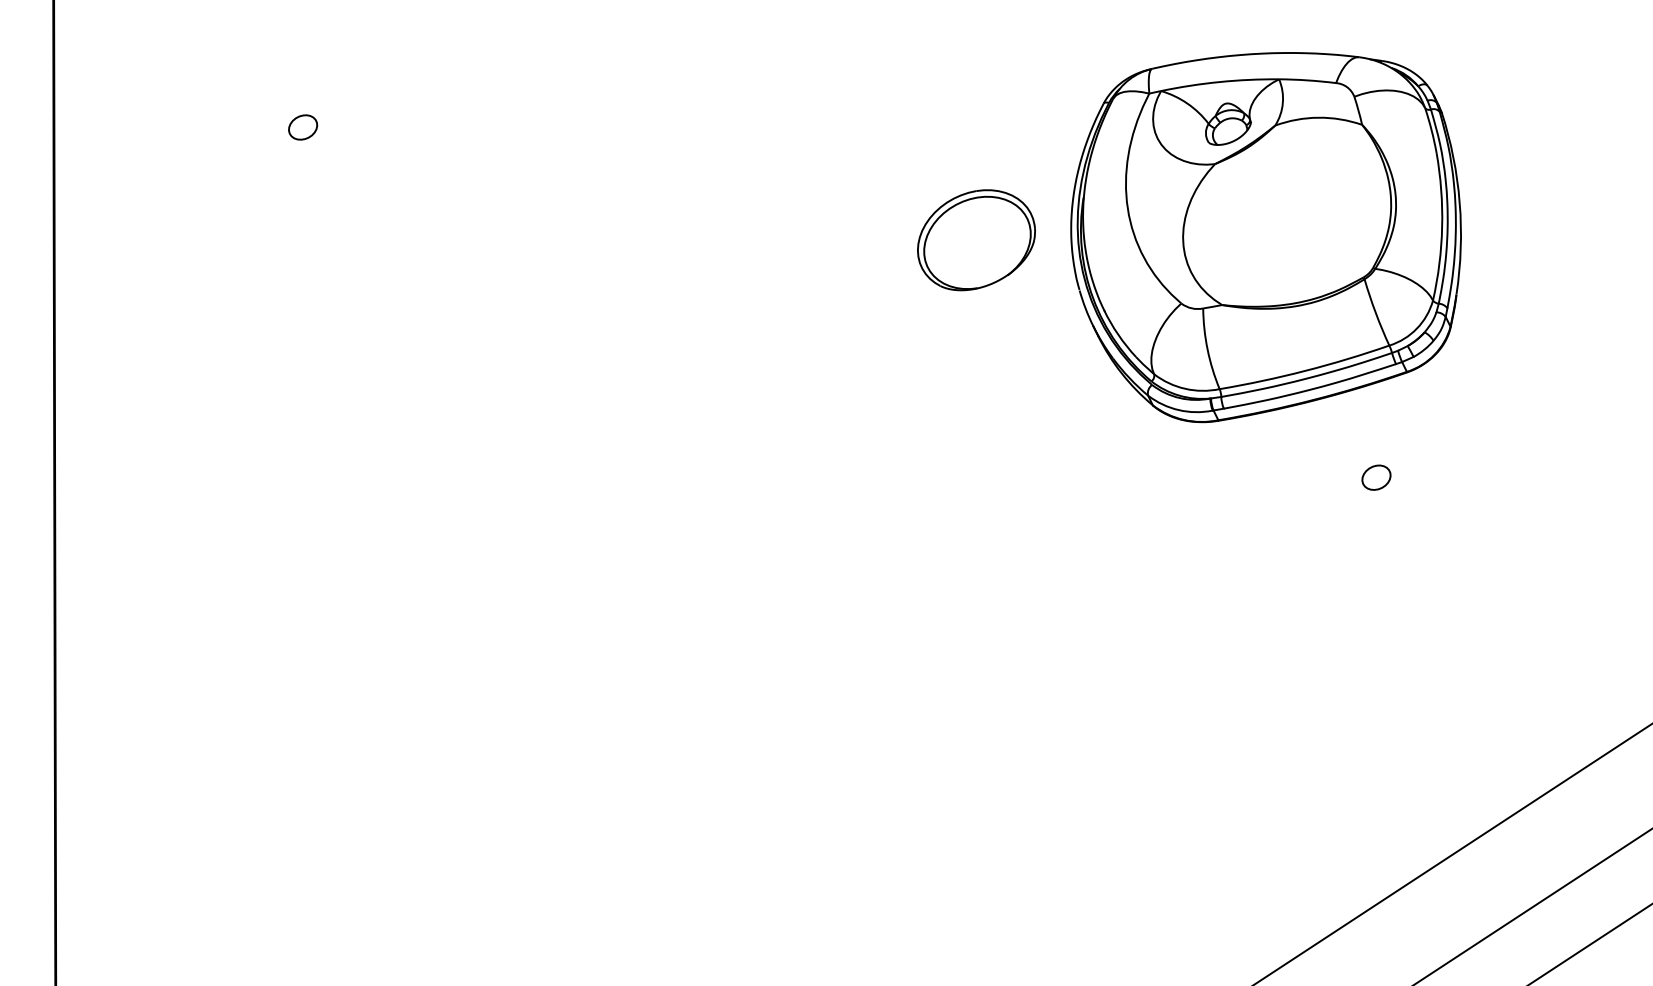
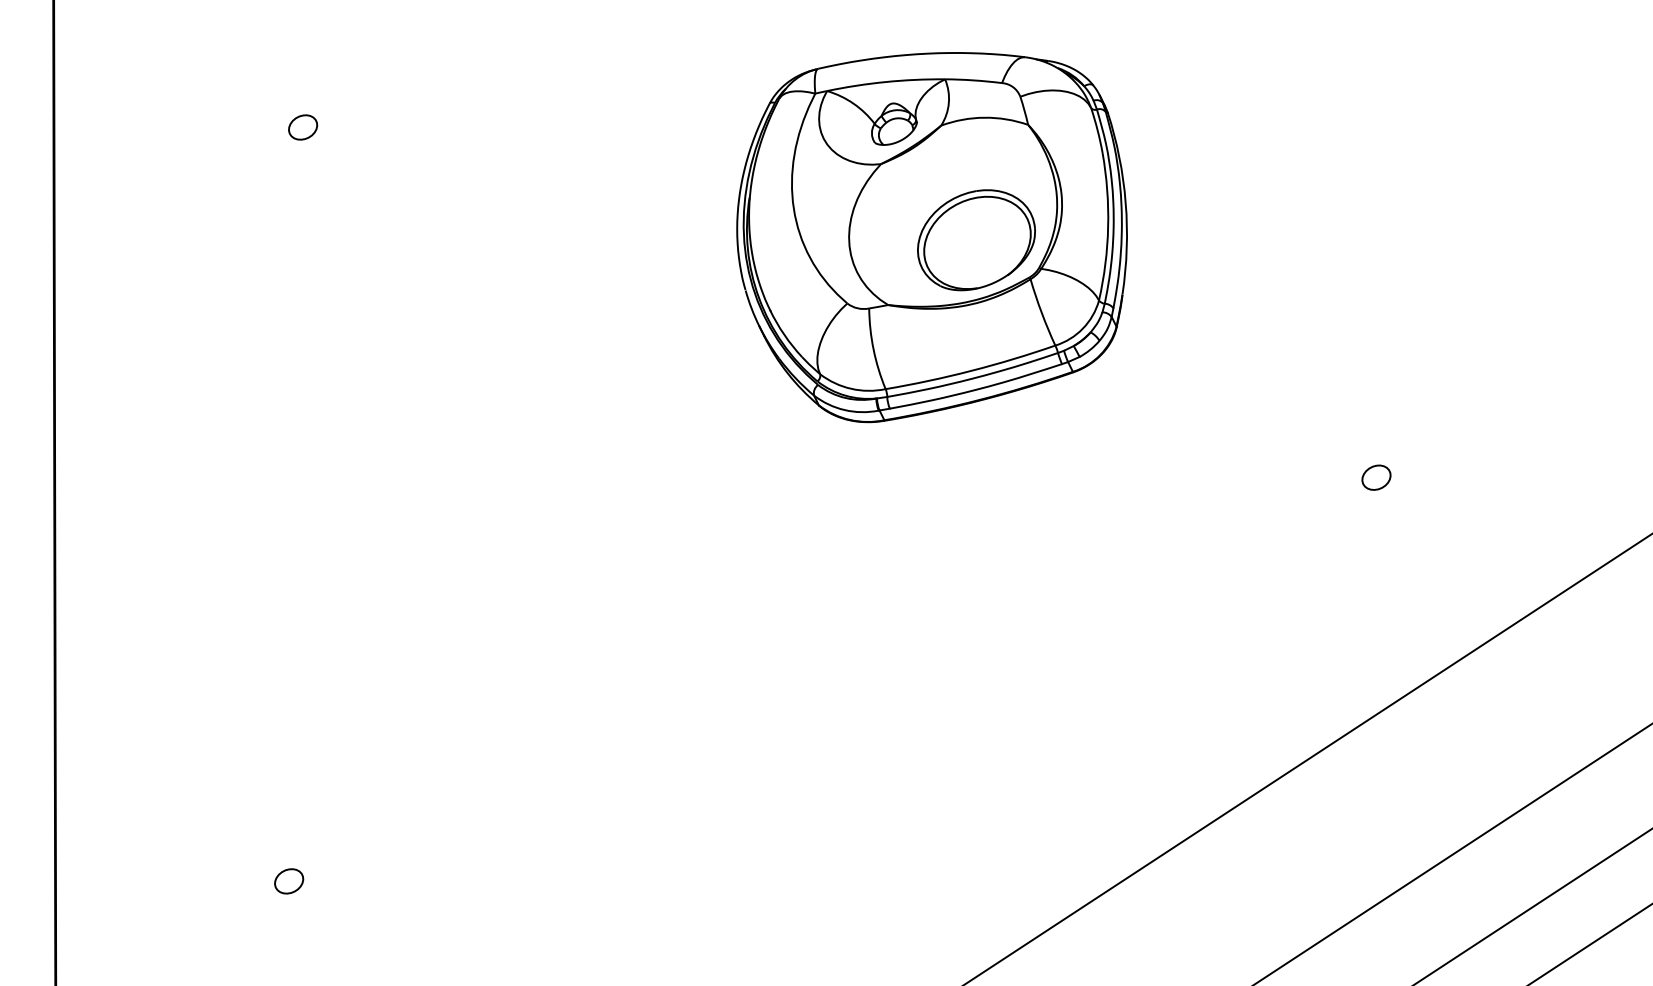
part at (1265, 237) position: (1265, 237) -> (931, 237)
line at (1308, 758): none -> present
part at (289, 881): none -> present
